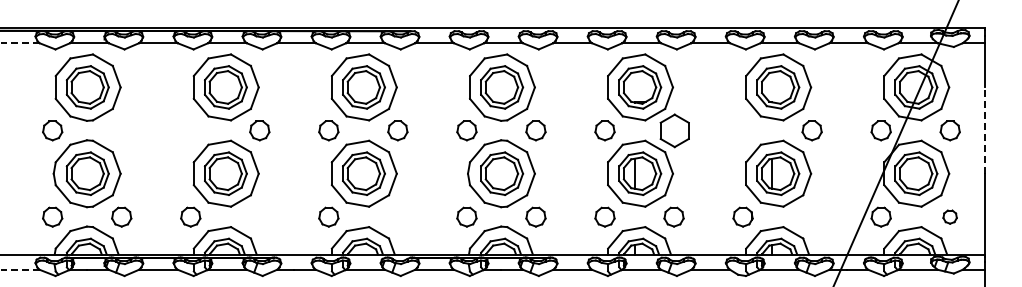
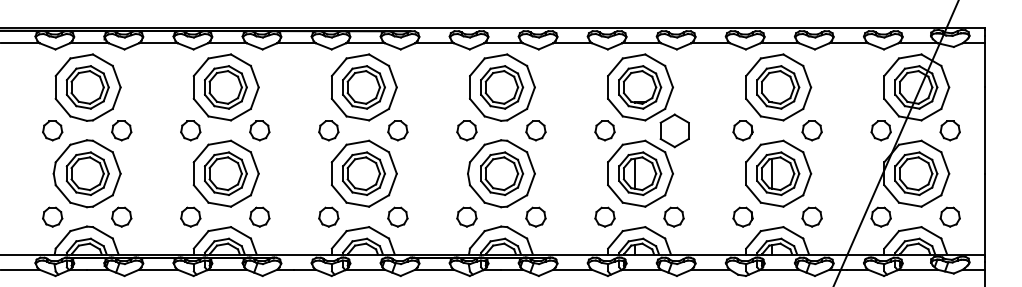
line at (19, 43): dashed -> solid
part at (121, 130): none -> present
part at (190, 130): none -> present
part at (742, 130): none -> present
line at (984, 130): dashed -> solid
part at (259, 216): none -> present
part at (397, 216): none -> present
part at (811, 216): none -> present
part at (949, 216) size: 16x16 px -> 22x22 px
line at (19, 269): dashed -> solid
